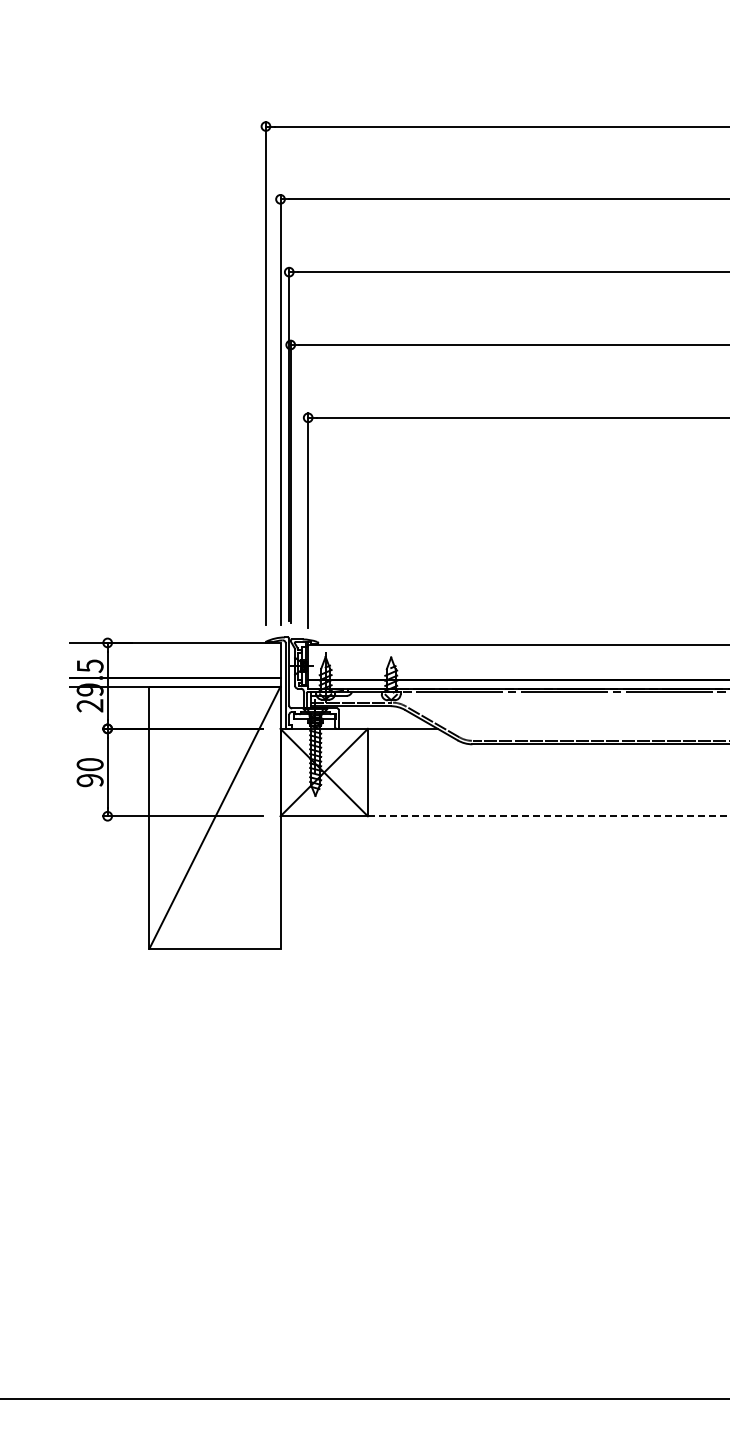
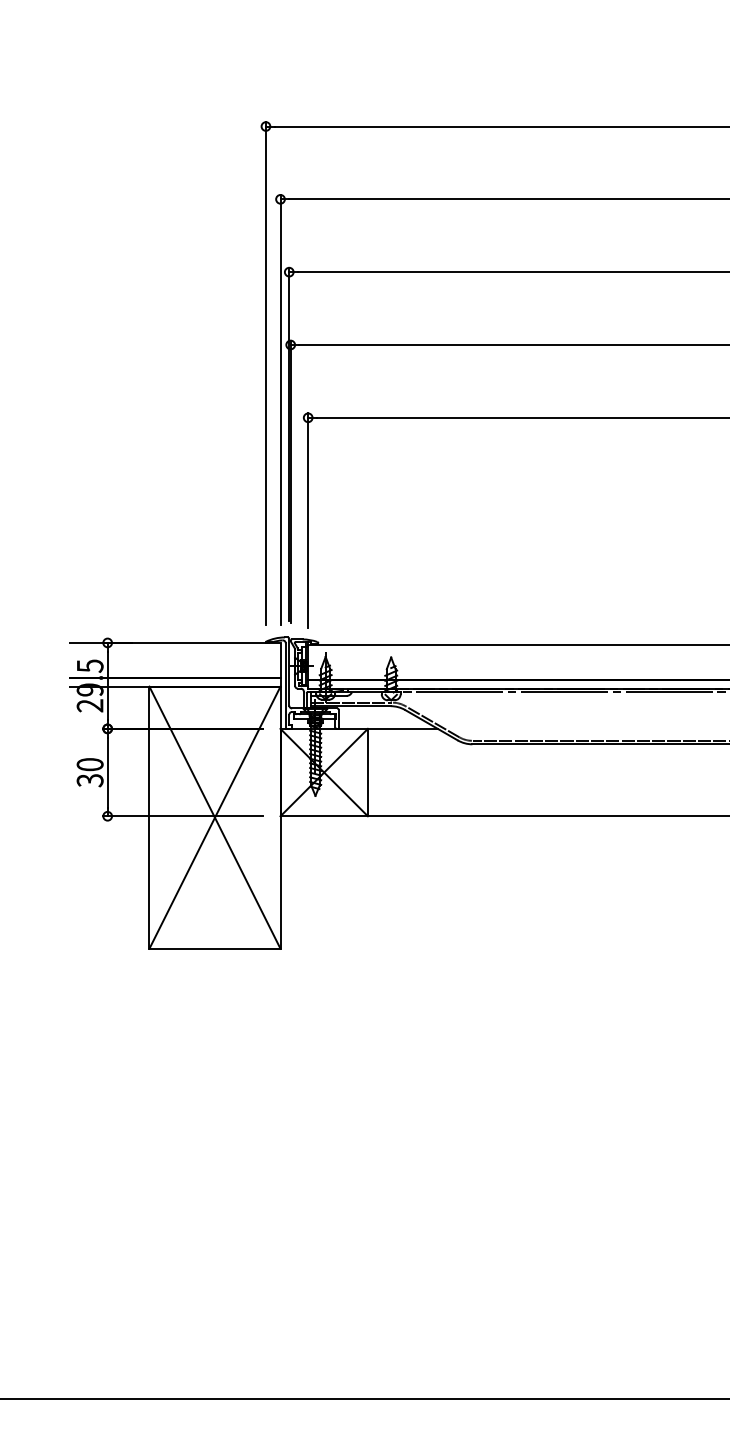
text at (89, 780): 90 -> 30
line at (548, 816): dashed -> solid
line at (214, 817): none -> present
